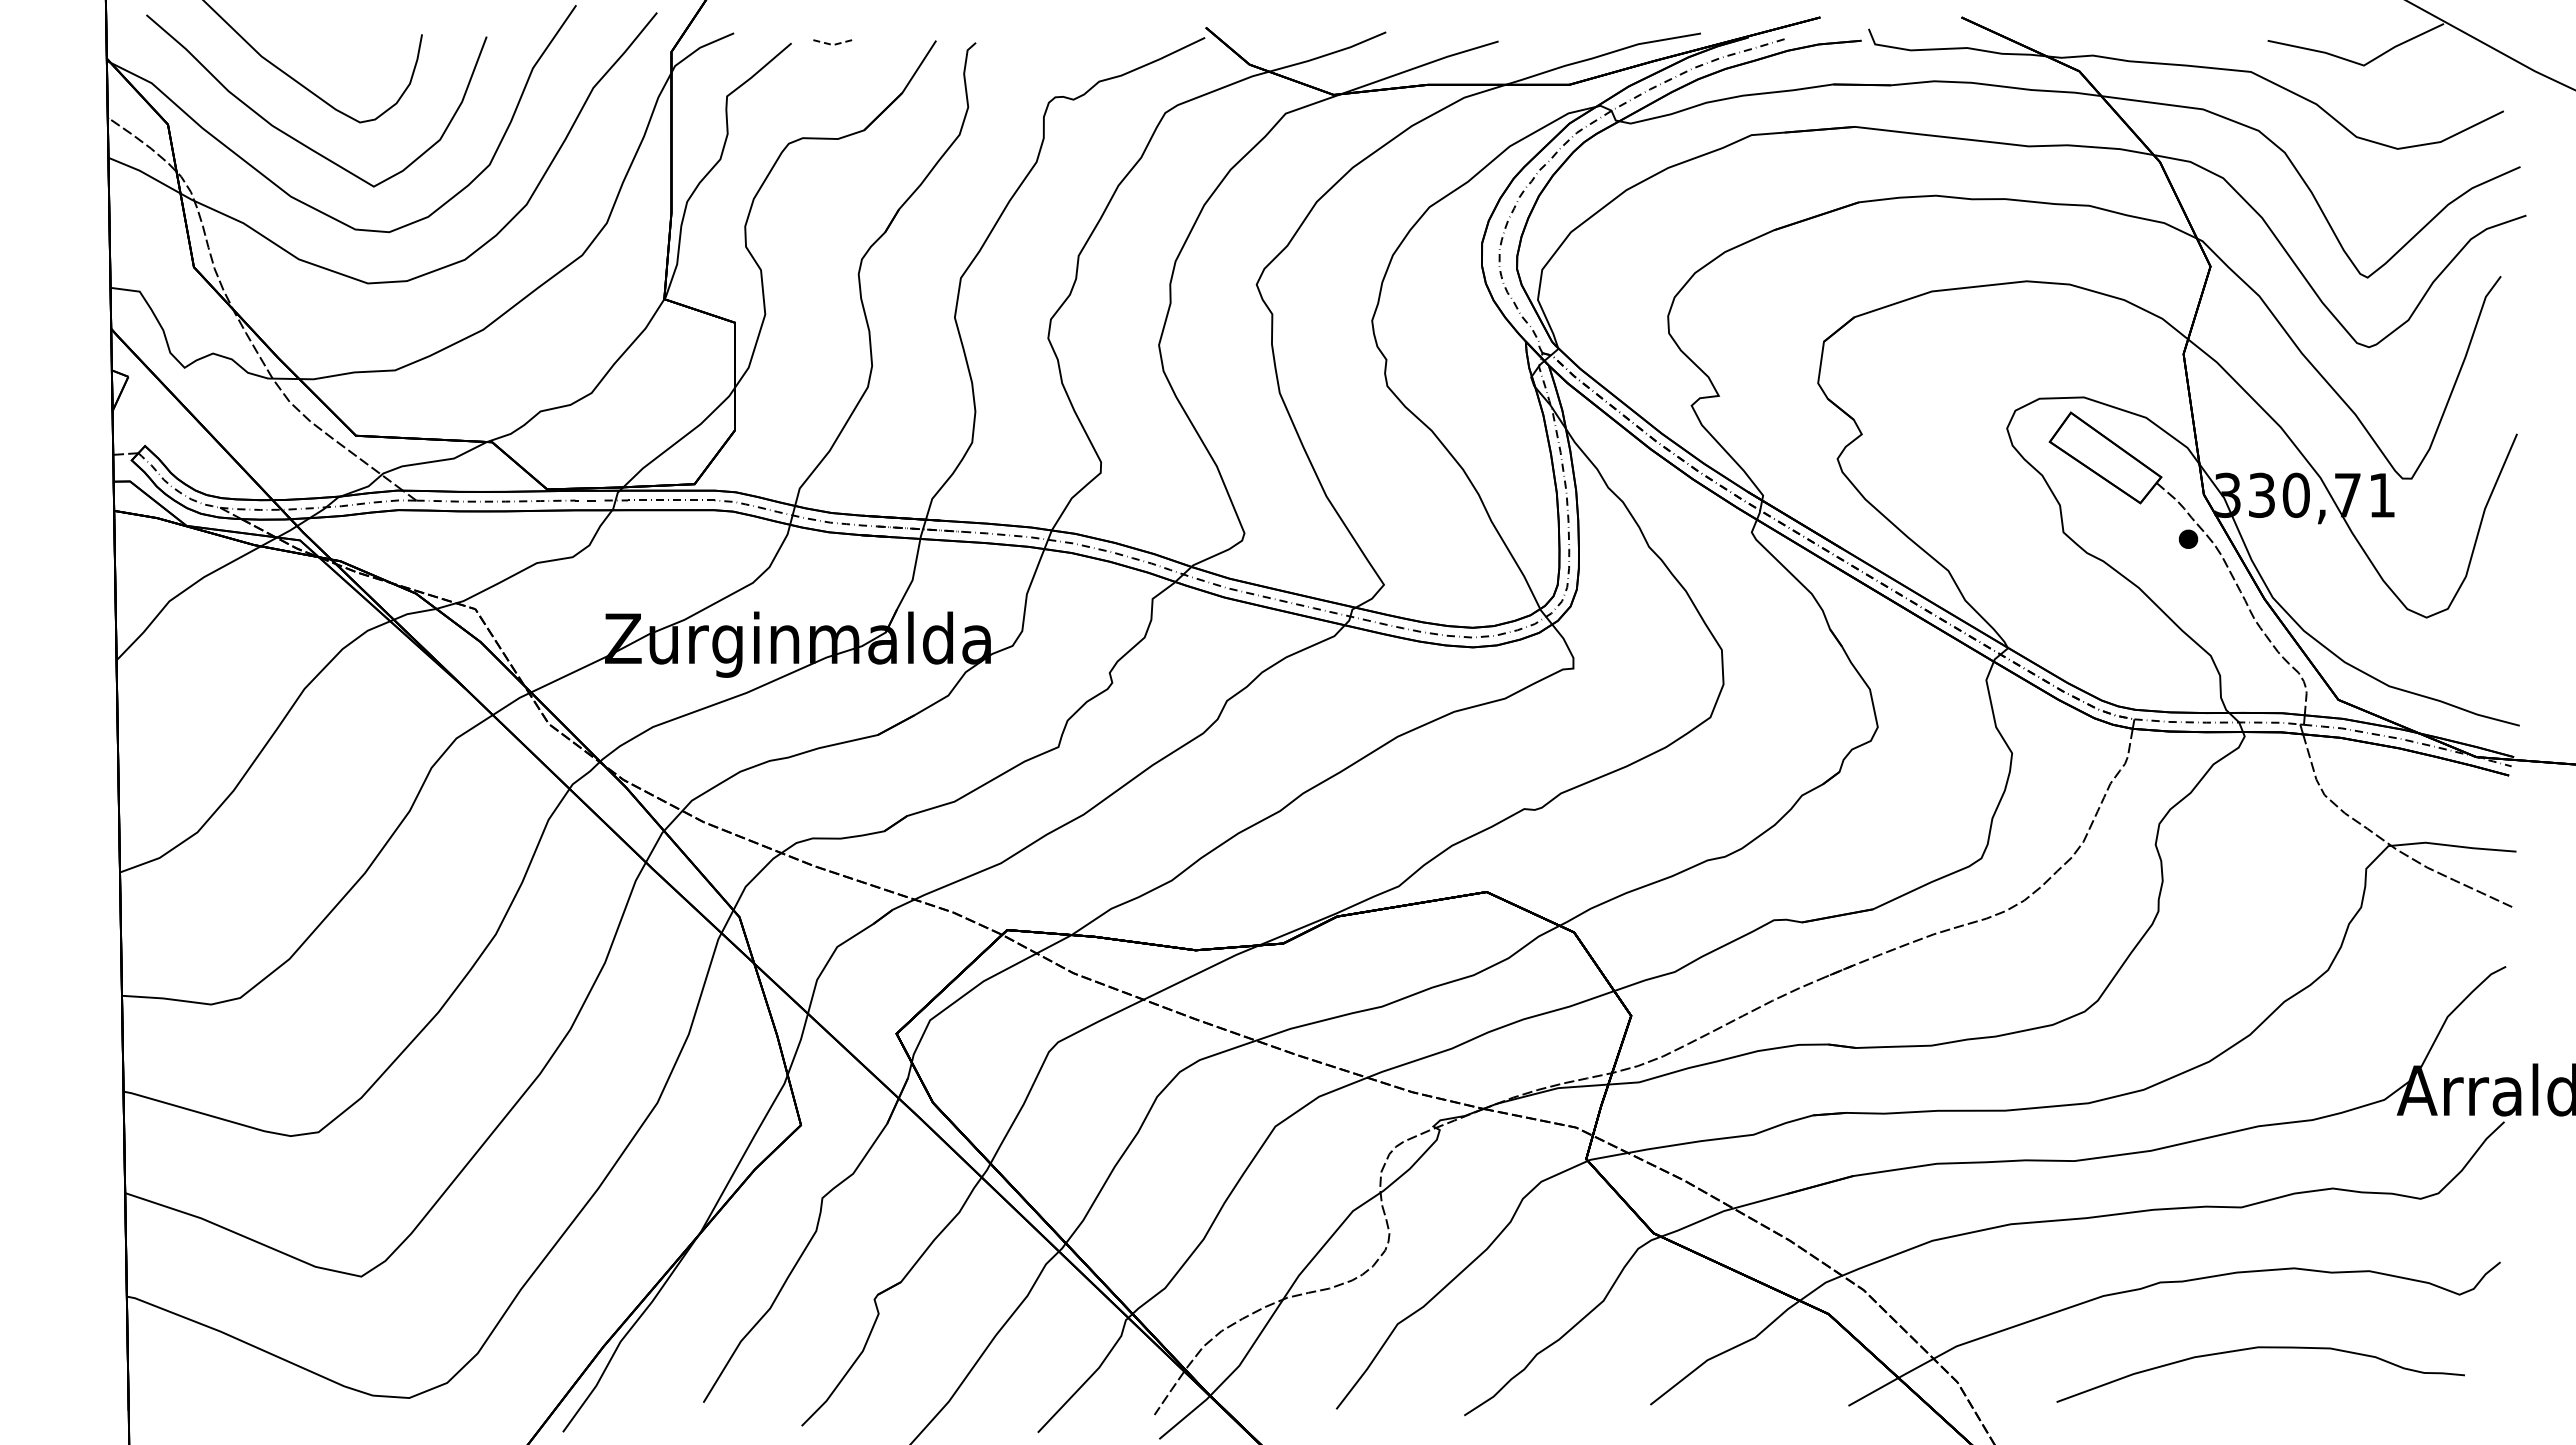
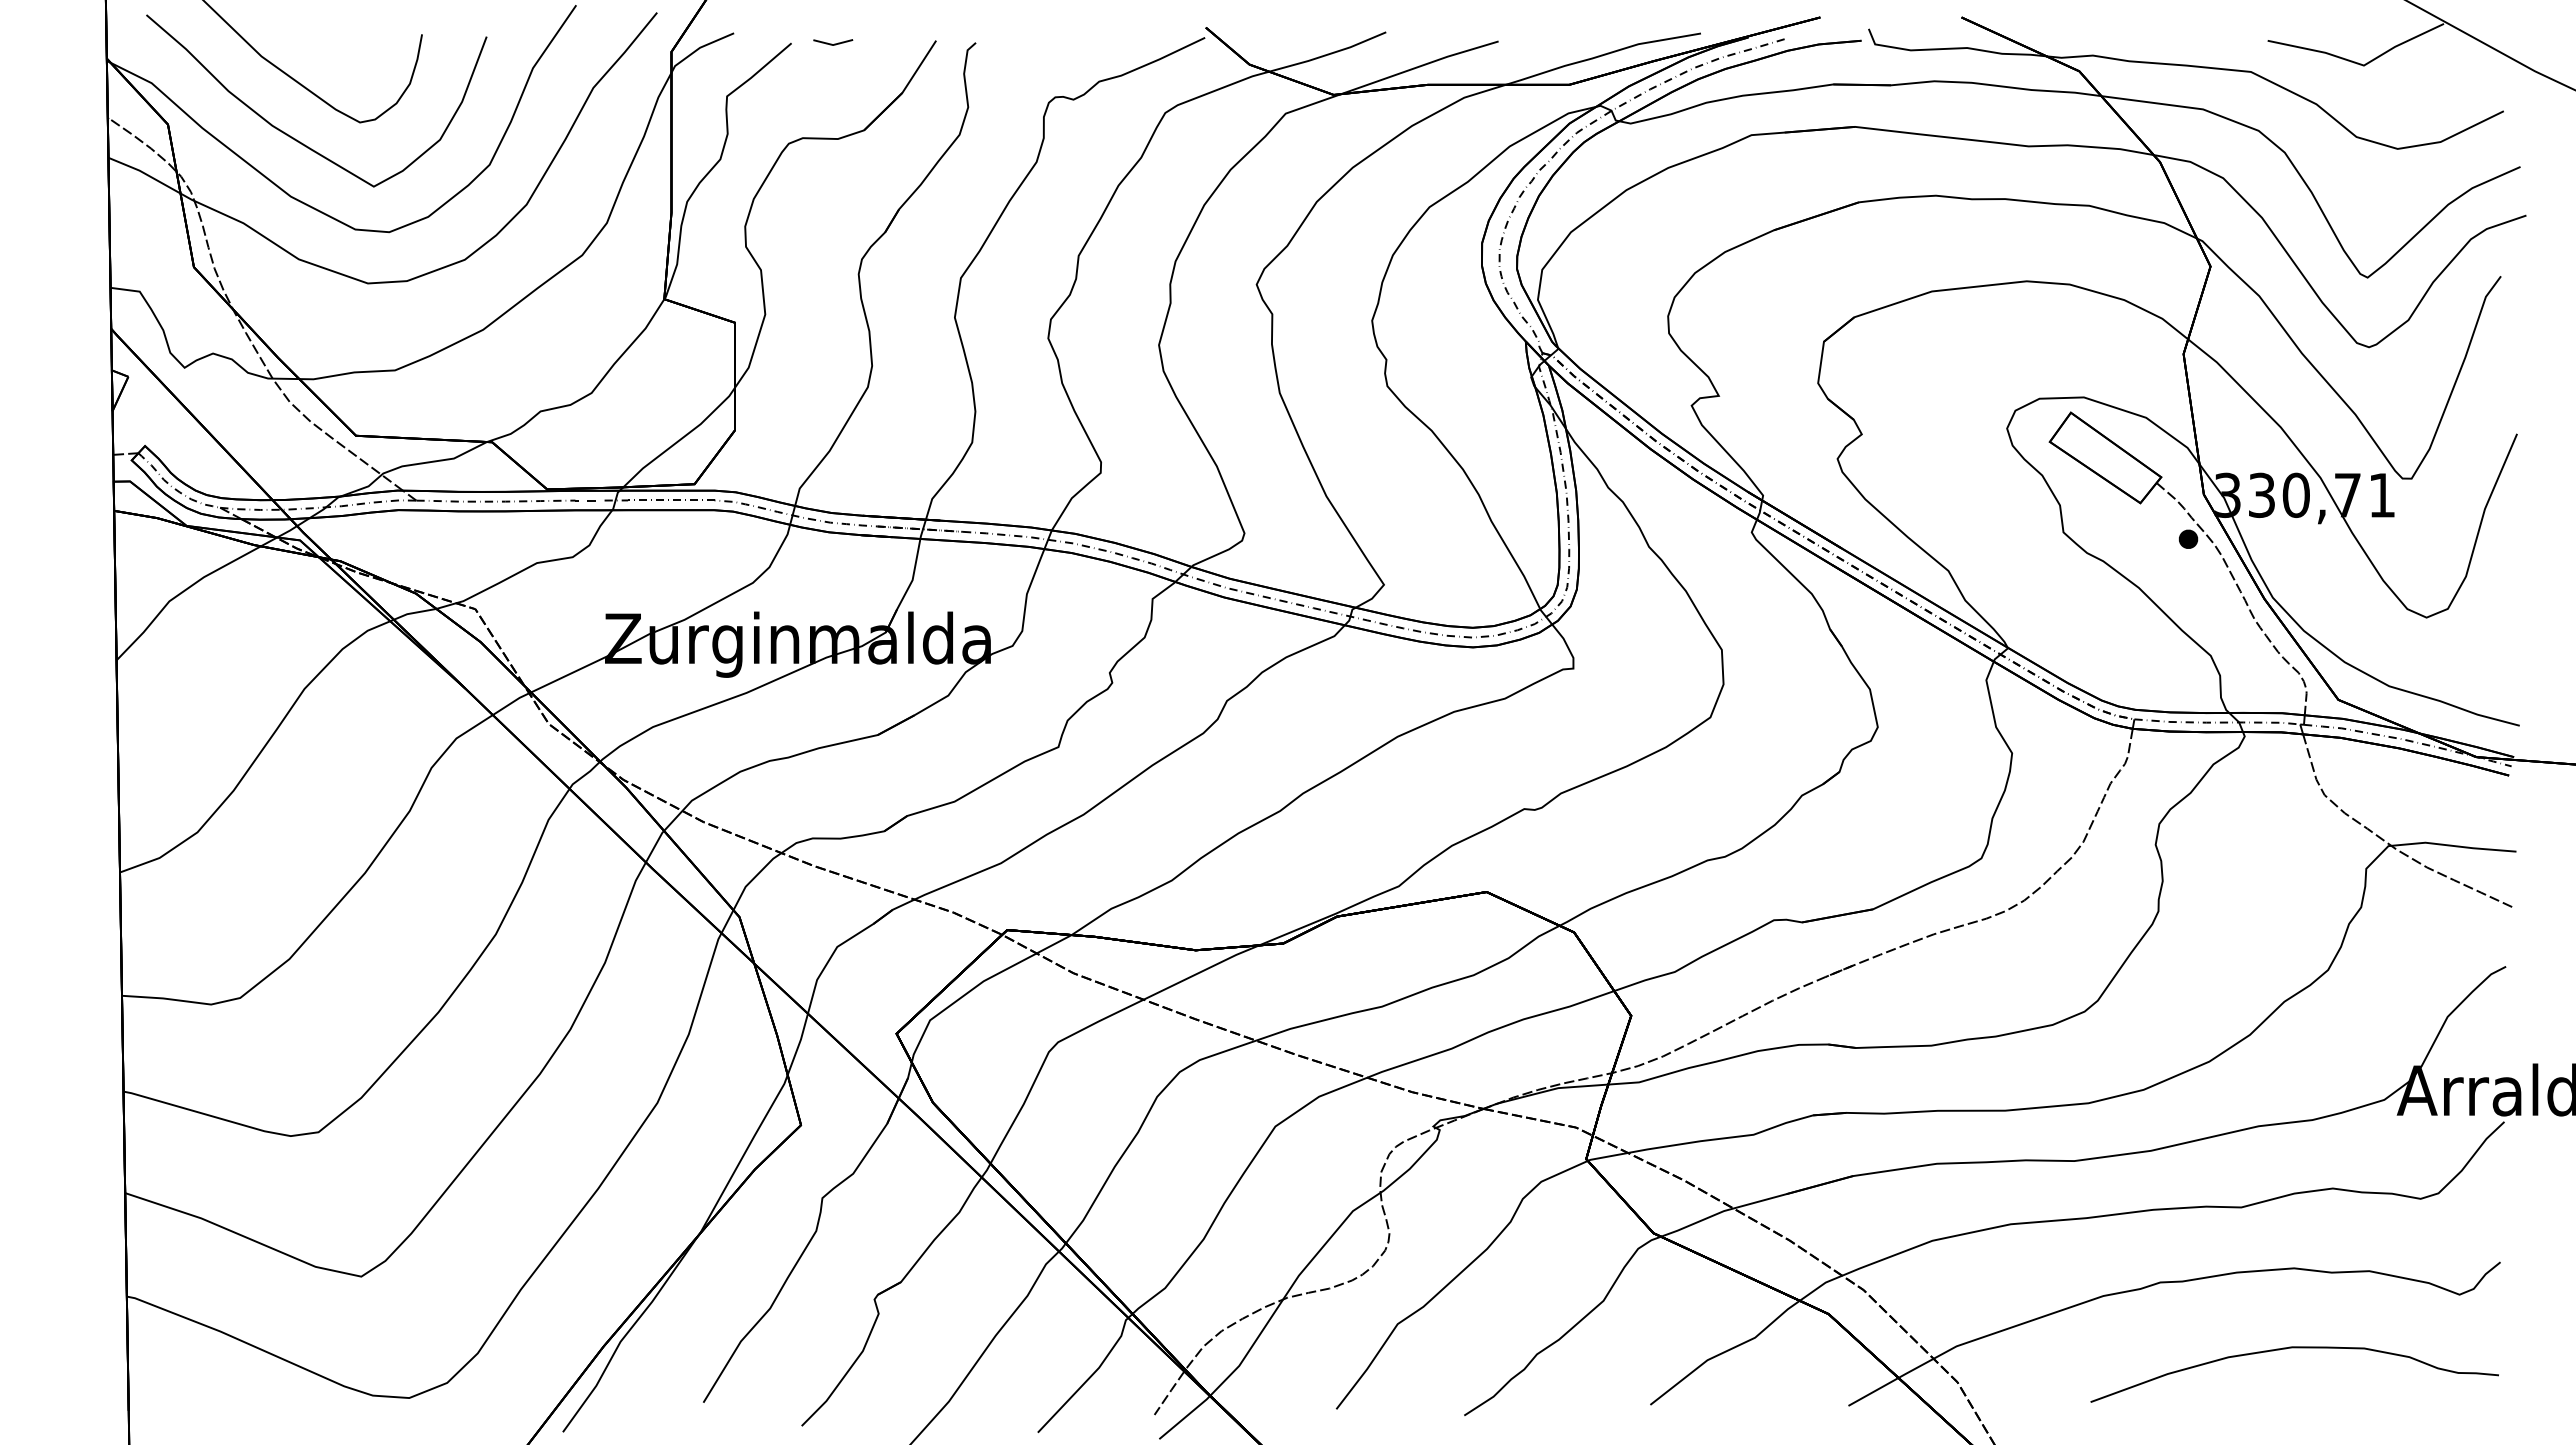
line at (833, 45): dashed -> solid
curve at (2260, 1348) position: (2260, 1348) -> (2294, 1348)
